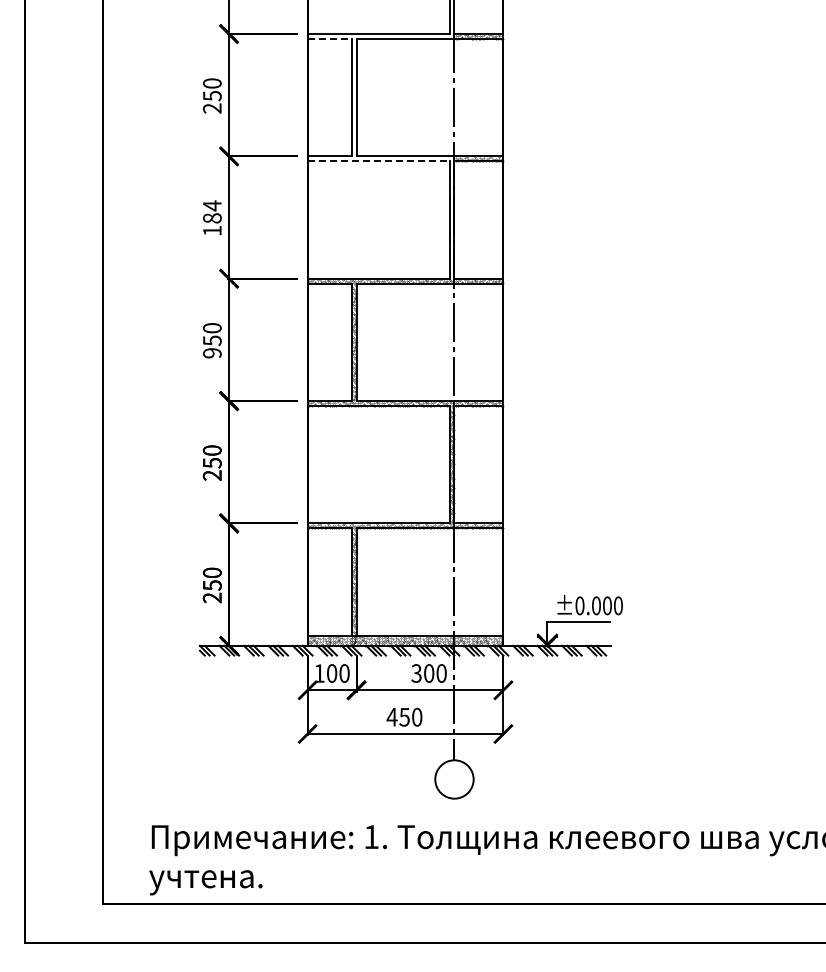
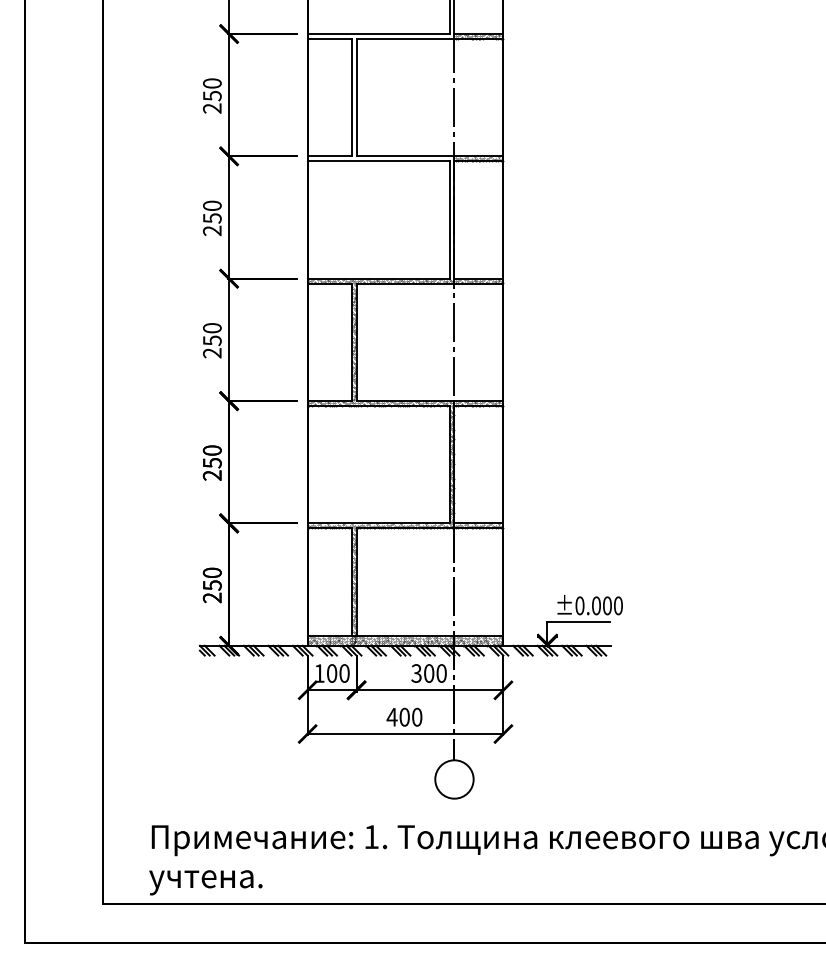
line at (330, 38): dashed -> solid
line at (378, 161): dashed -> solid
text at (212, 218): 184 -> 250
text at (212, 353): 950 -> 250
text at (404, 716): 450 -> 400
